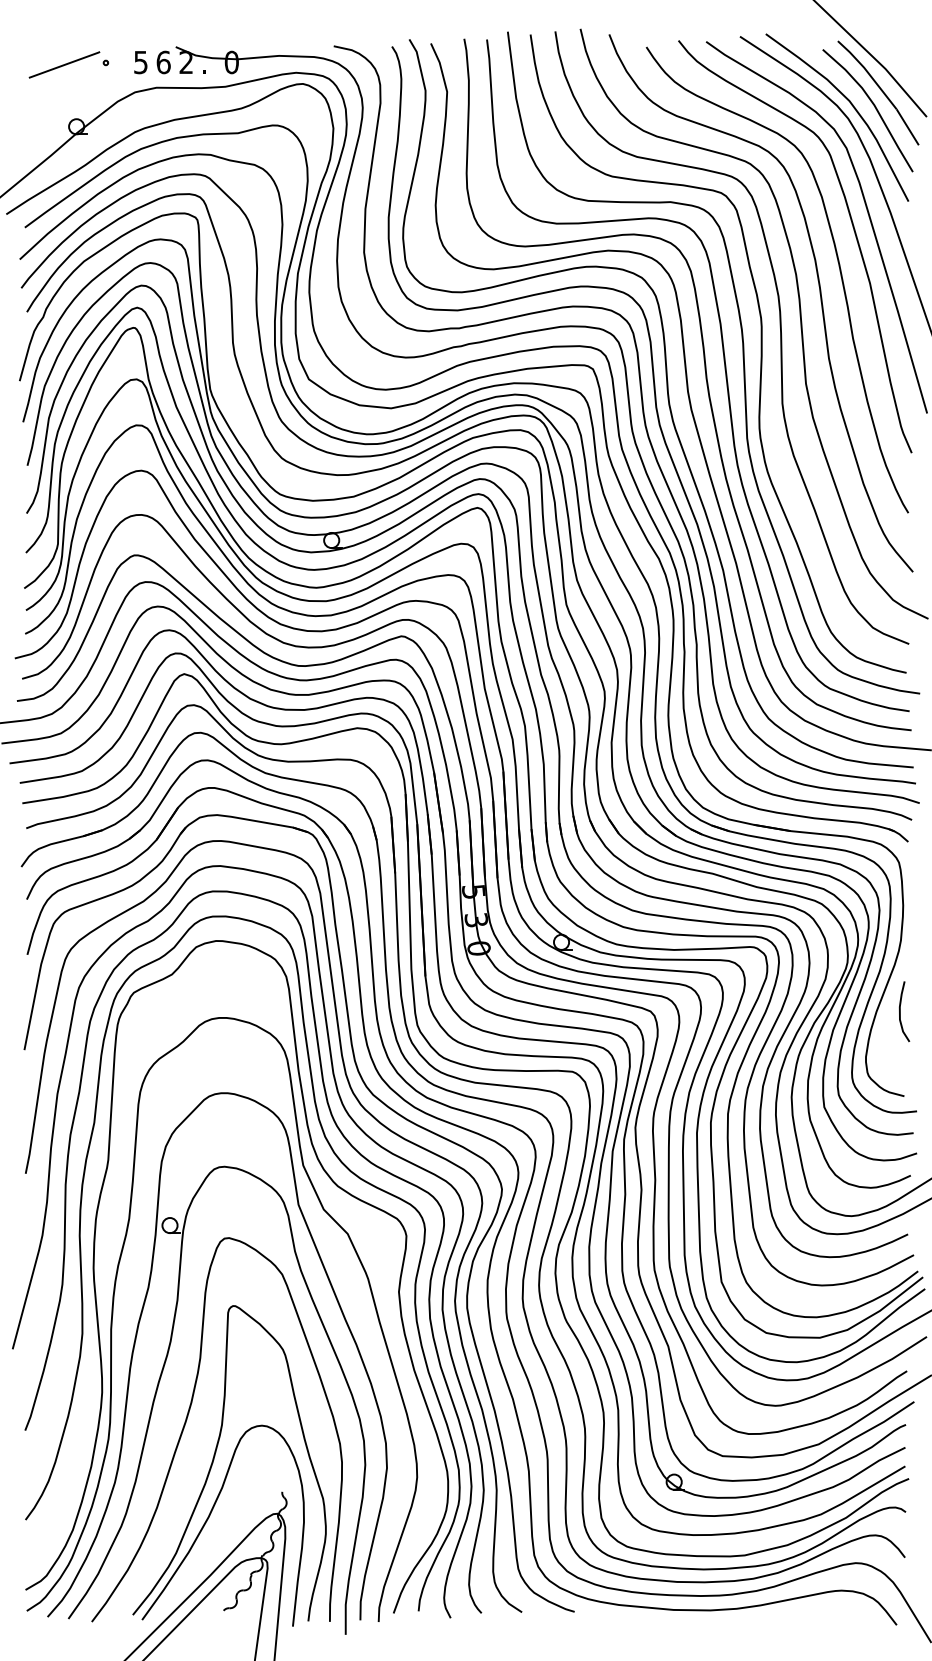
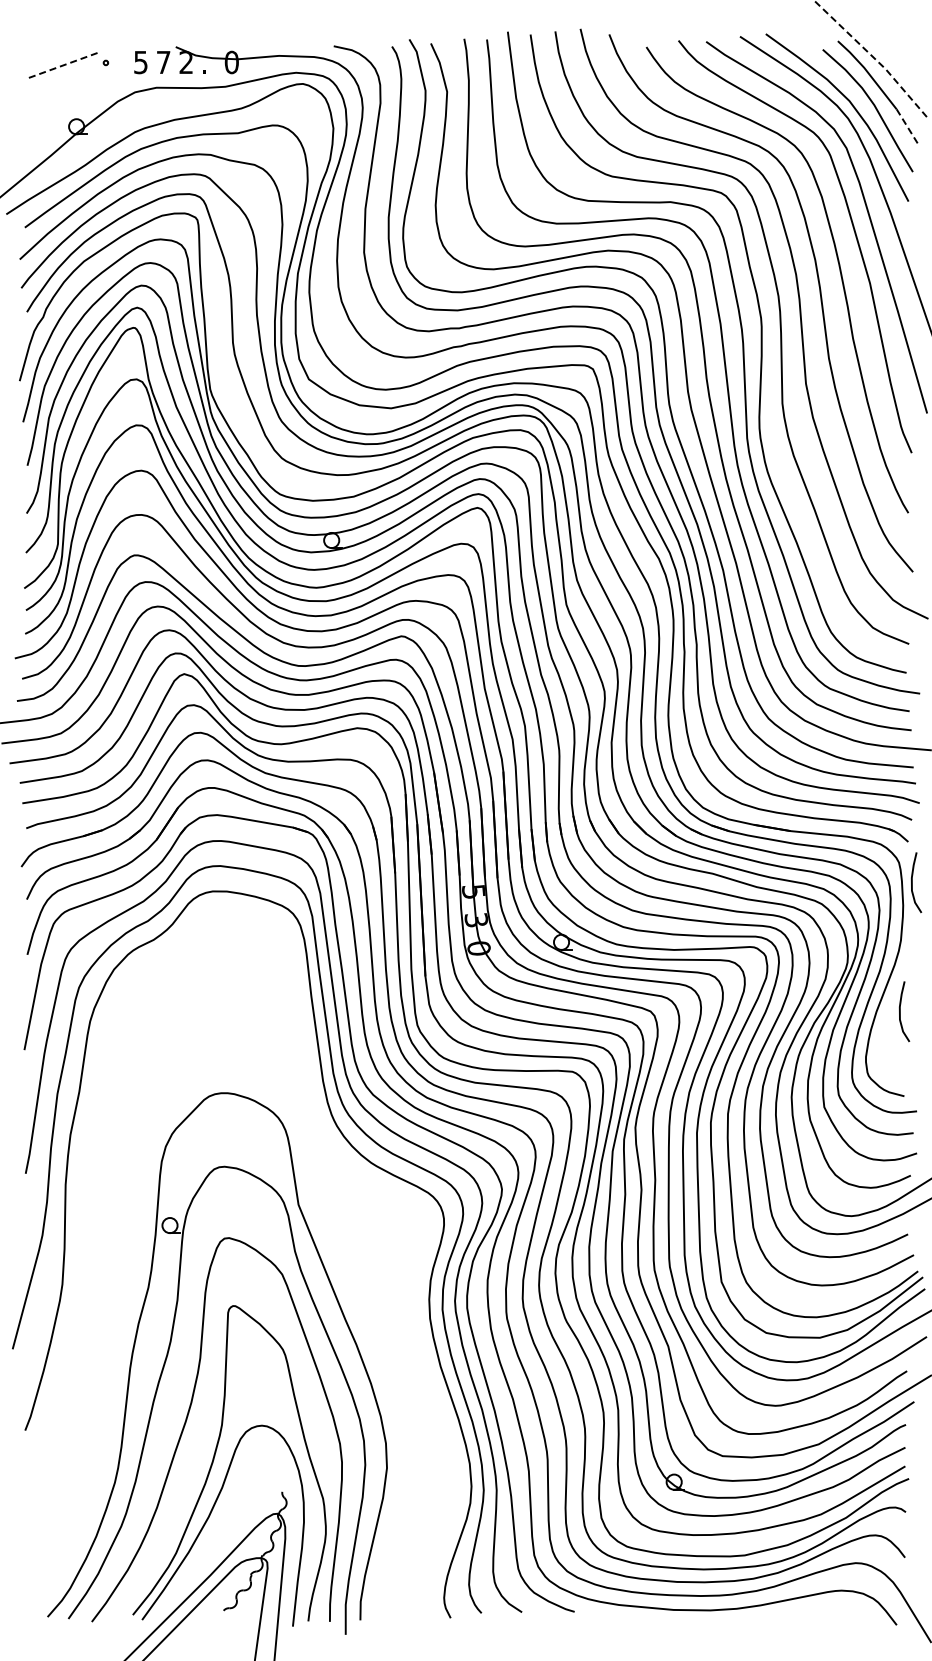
line at (872, 56): solid -> dashed
text at (163, 62): 6 -> 7
line at (65, 64): solid -> dashed
line at (908, 127): solid -> dashed
curve at (912, 882): none -> present
part at (322, 1209): present -> none
